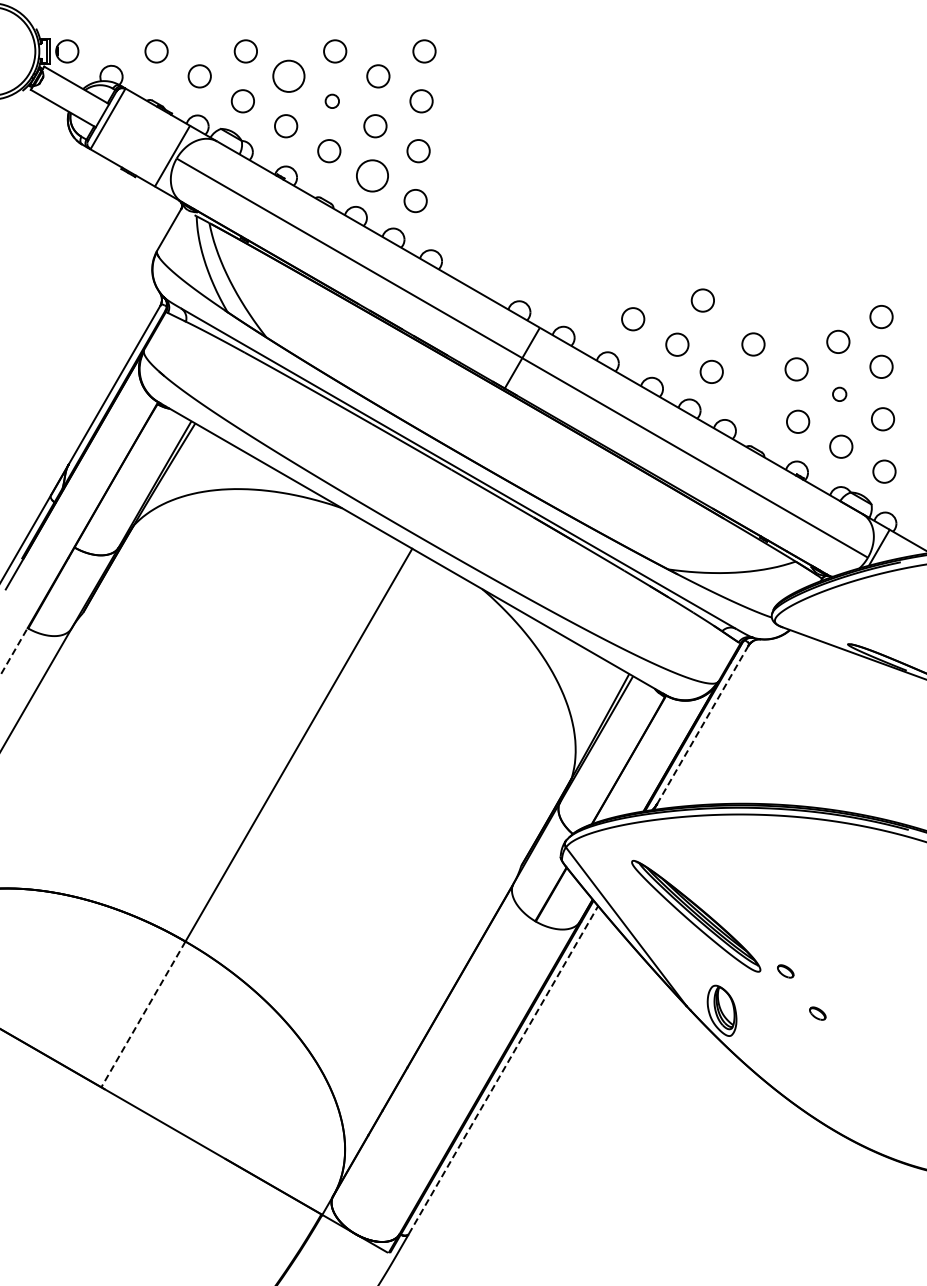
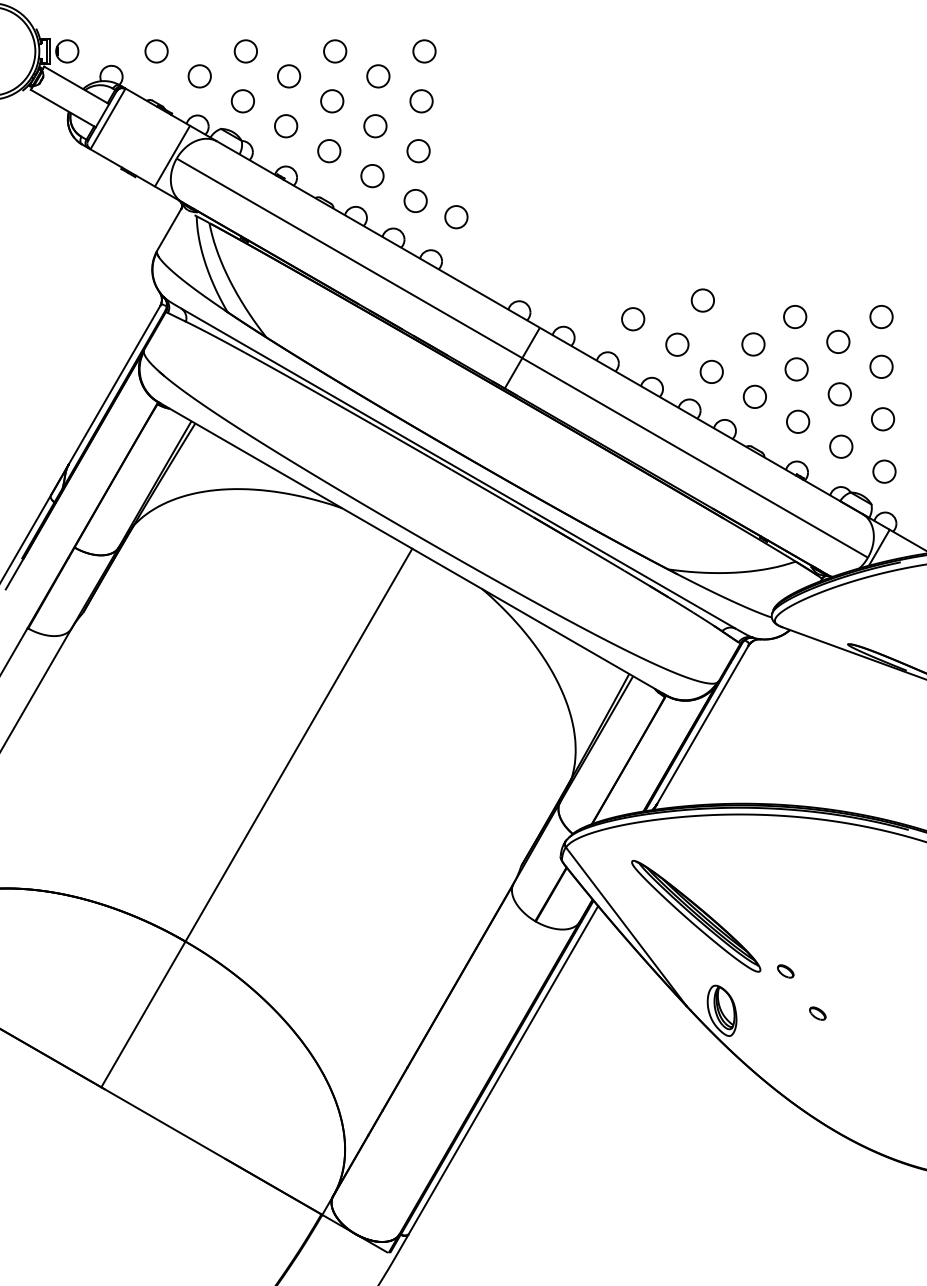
circle at (288, 75) size: 34x34 px -> 25x25 px
circle at (331, 100) size: 16x16 px -> 25x25 px
circle at (372, 175) size: 33x34 px -> 25x25 px
circle at (456, 217): none -> present
circle at (795, 317): none -> present
circle at (839, 393) size: 16x16 px -> 25x25 px
circle at (754, 396): none -> present
line at (14, 651): dashed -> solid
line at (702, 724): dashed -> solid
line at (143, 1014): dashed -> solid
line at (503, 1069): dashed -> solid
